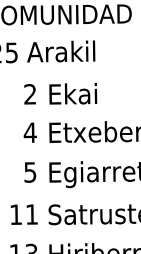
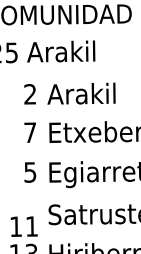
text at (81, 93): Ekai -> Arakil
text at (29, 132): 4 -> 7
text at (23, 214) position: (23, 214) -> (23, 226)
